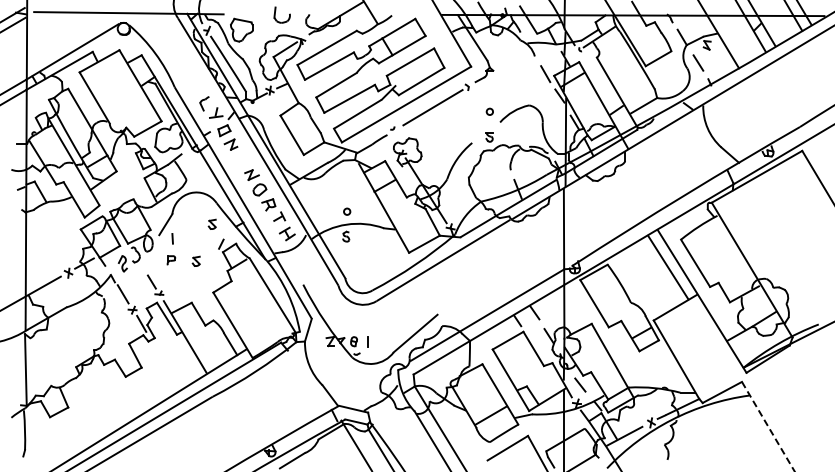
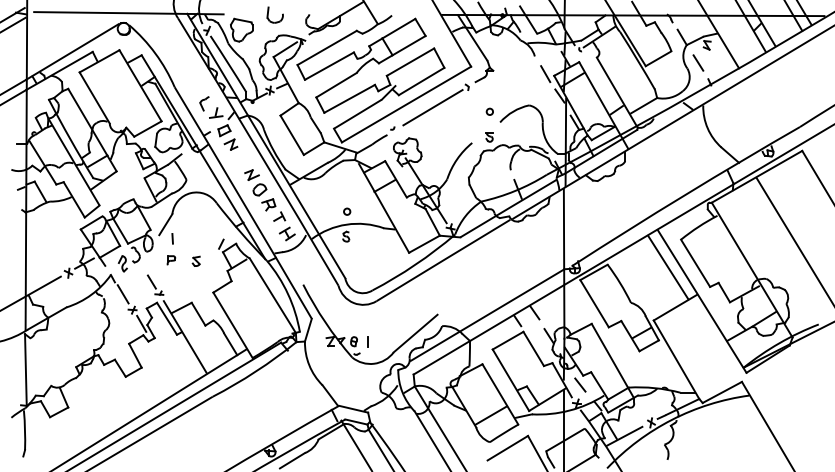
part at (281, 14) position: (281, 14) -> (274, 14)
part at (211, 223): present -> none
line at (793, 239): none -> present
line at (768, 426): dashed -> solid
